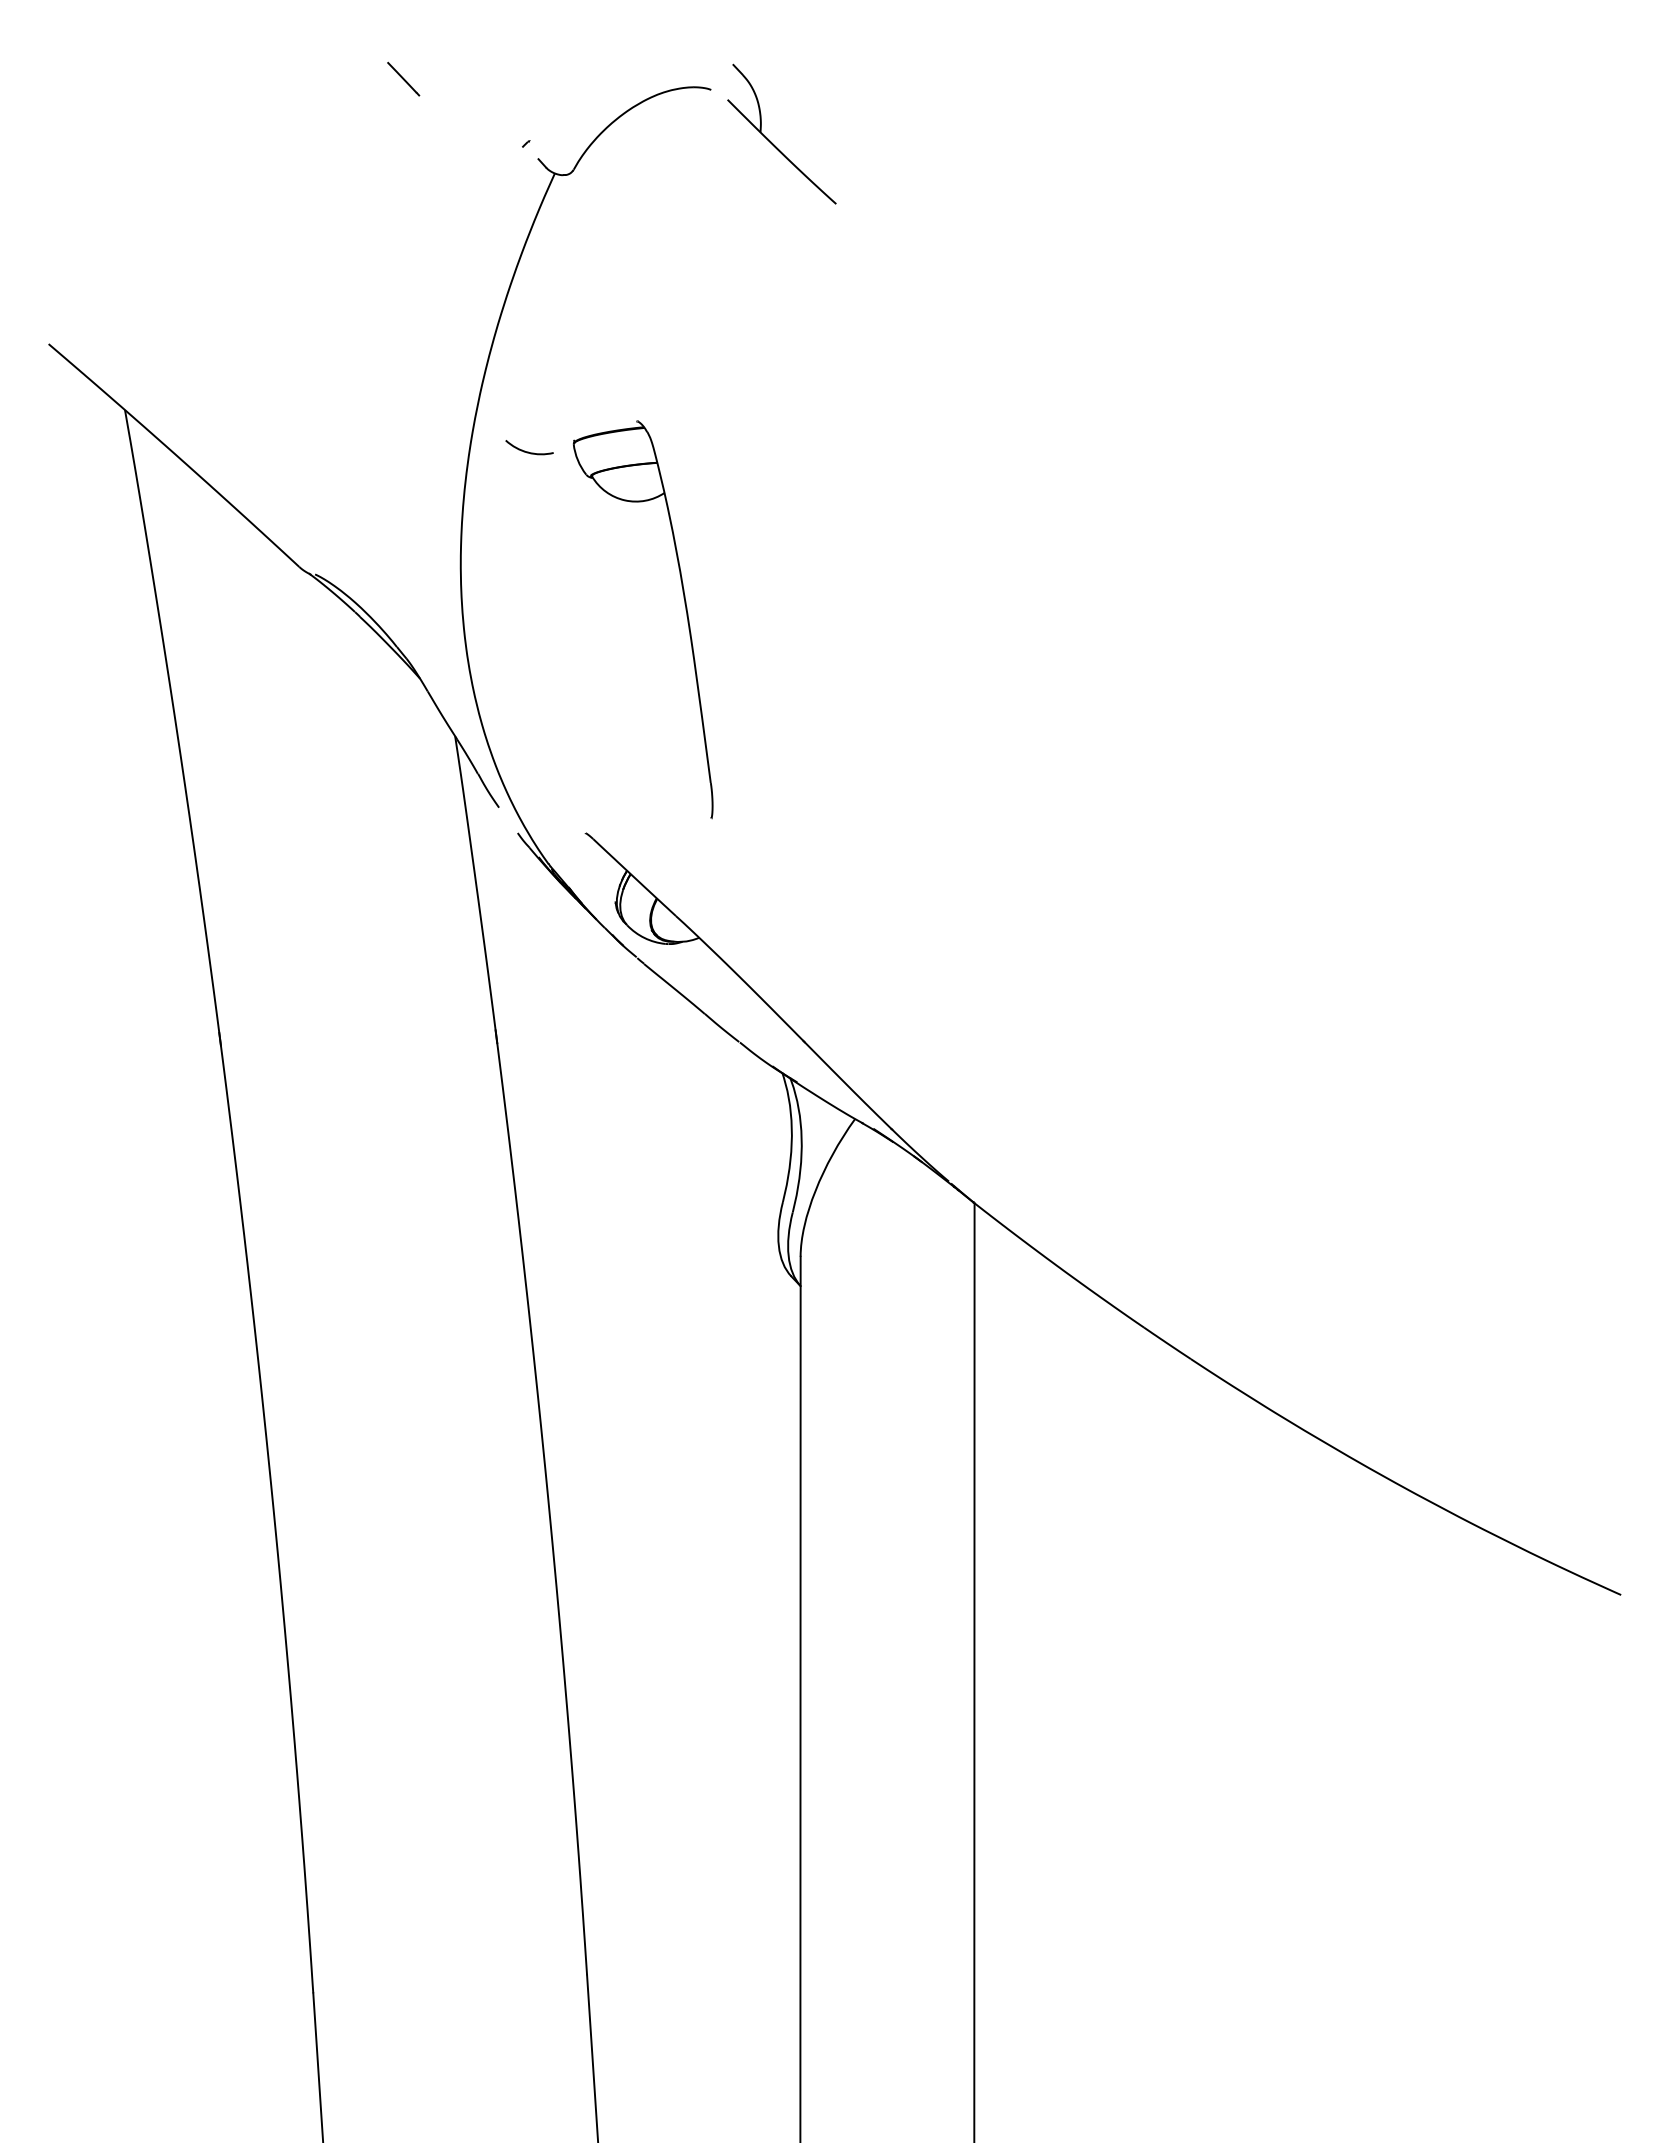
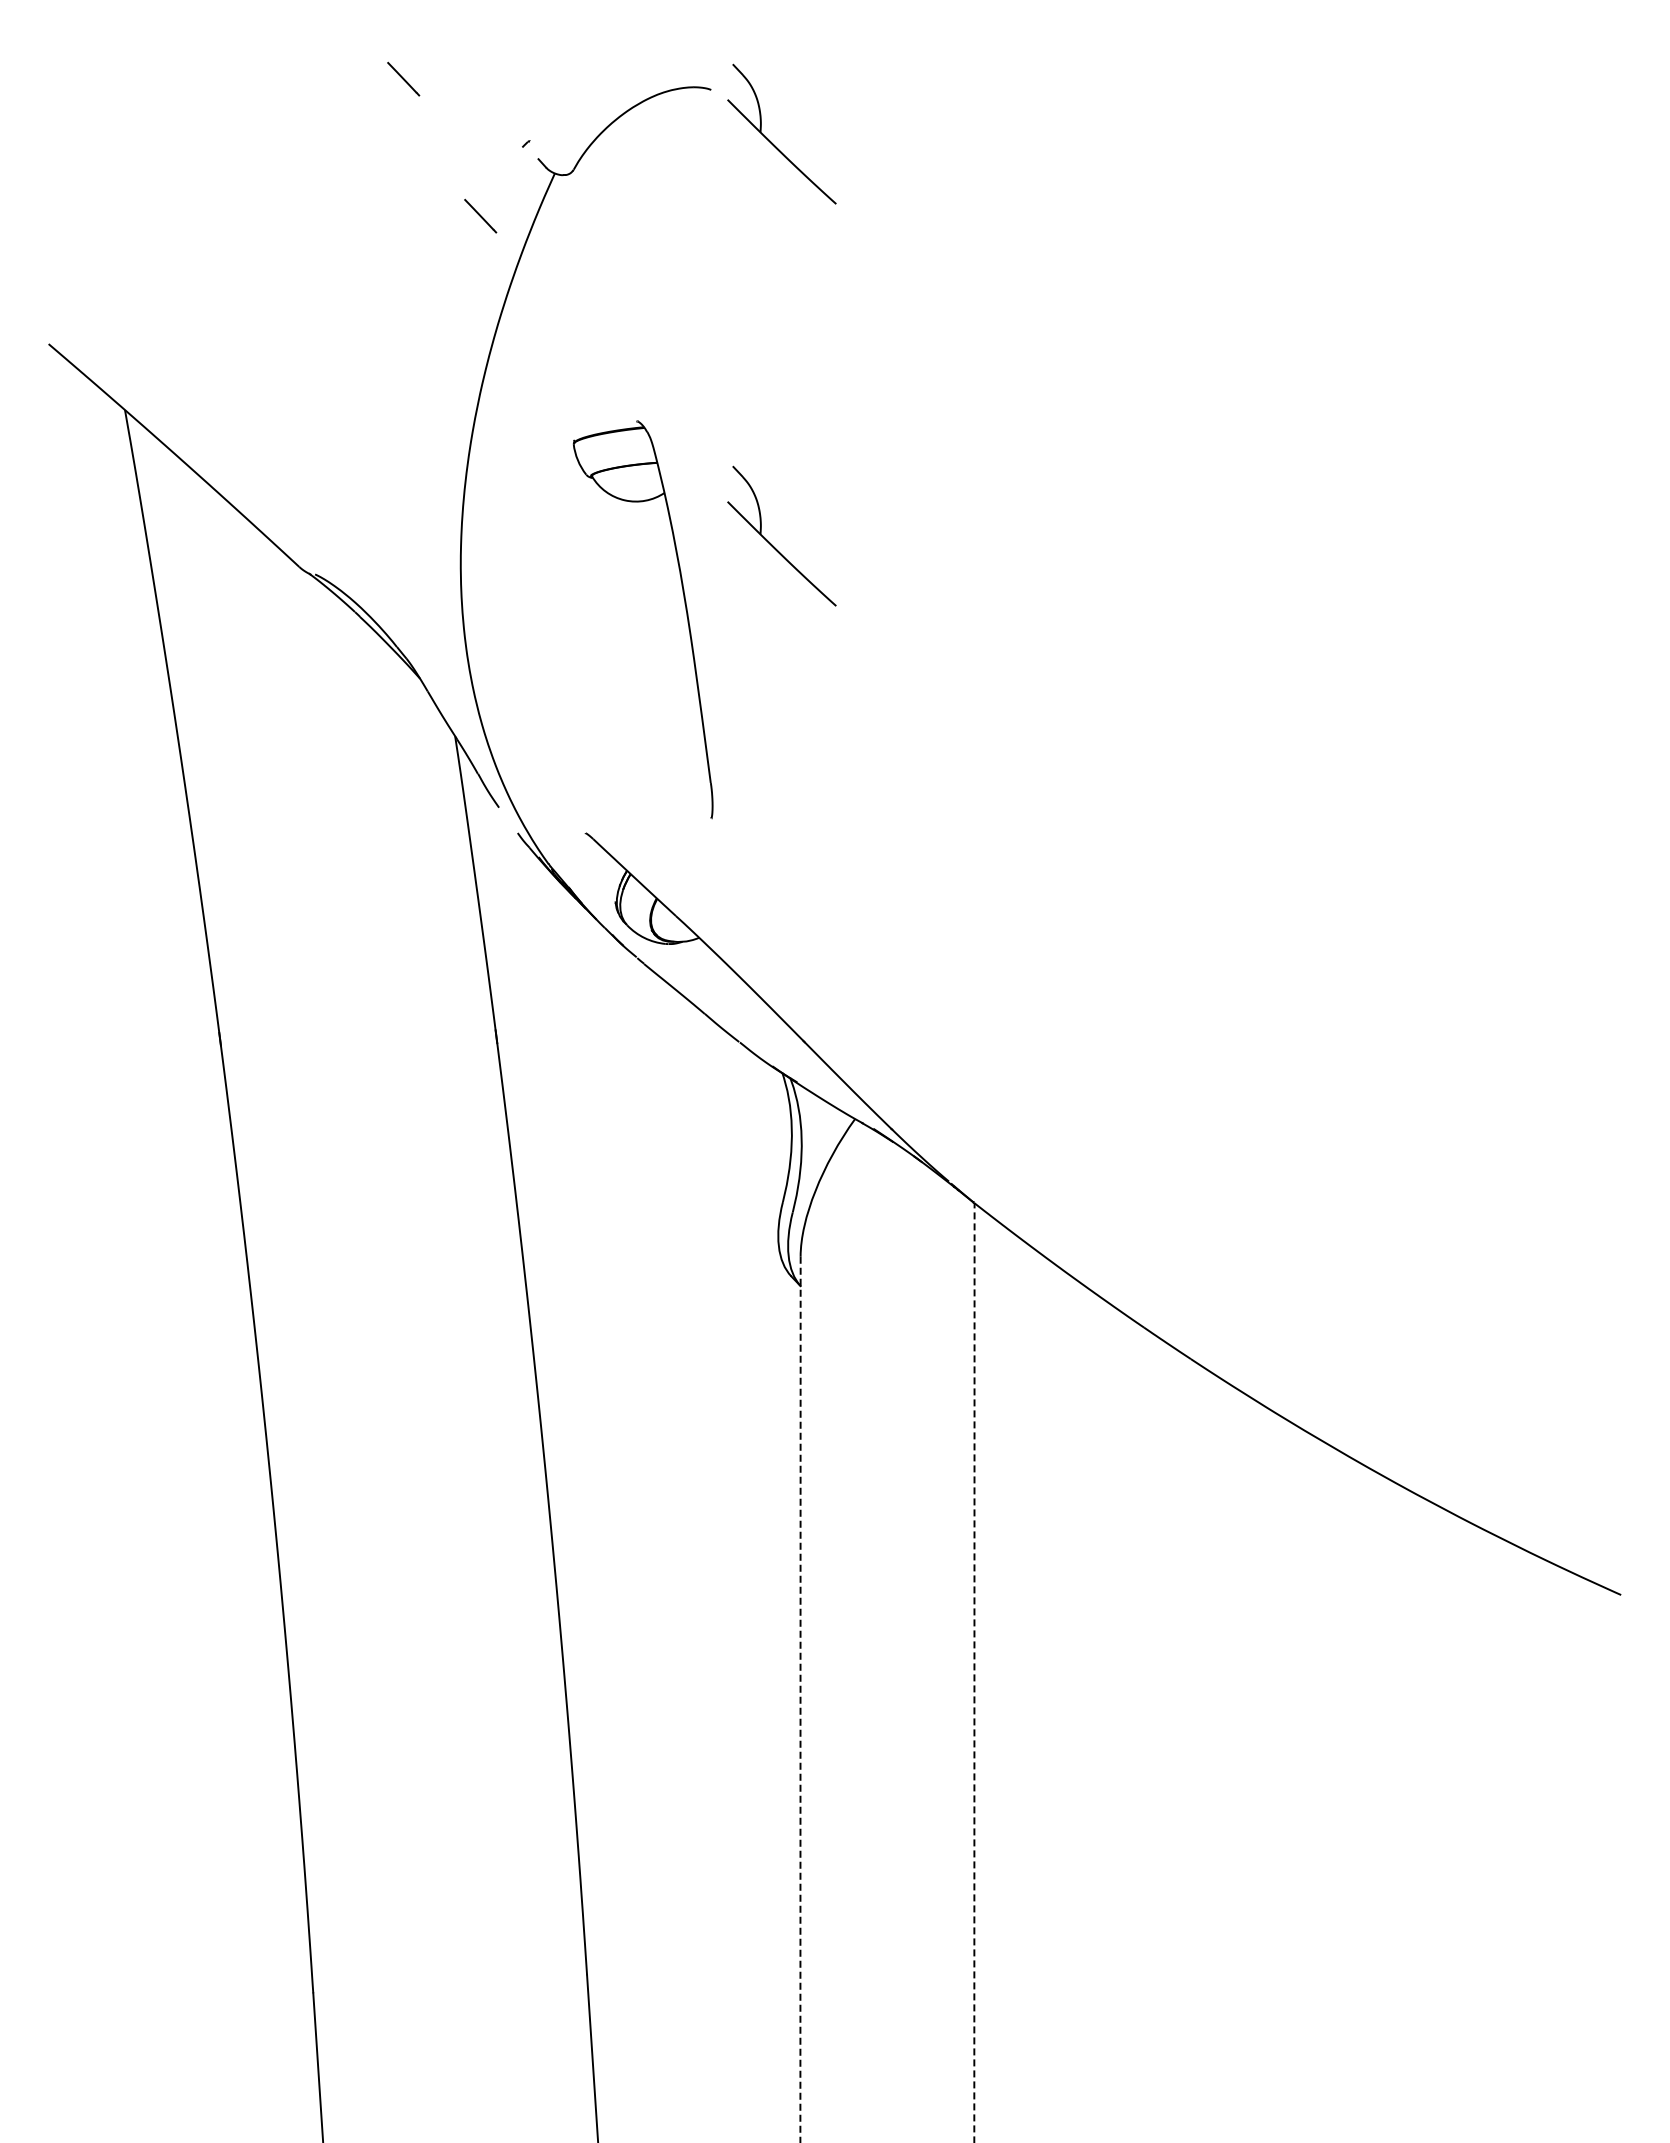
line at (480, 215): none -> present
arc at (528, 451): present -> none
part at (772, 544): none -> present
line at (974, 1672): solid -> dashed
line at (800, 1699): solid -> dashed
